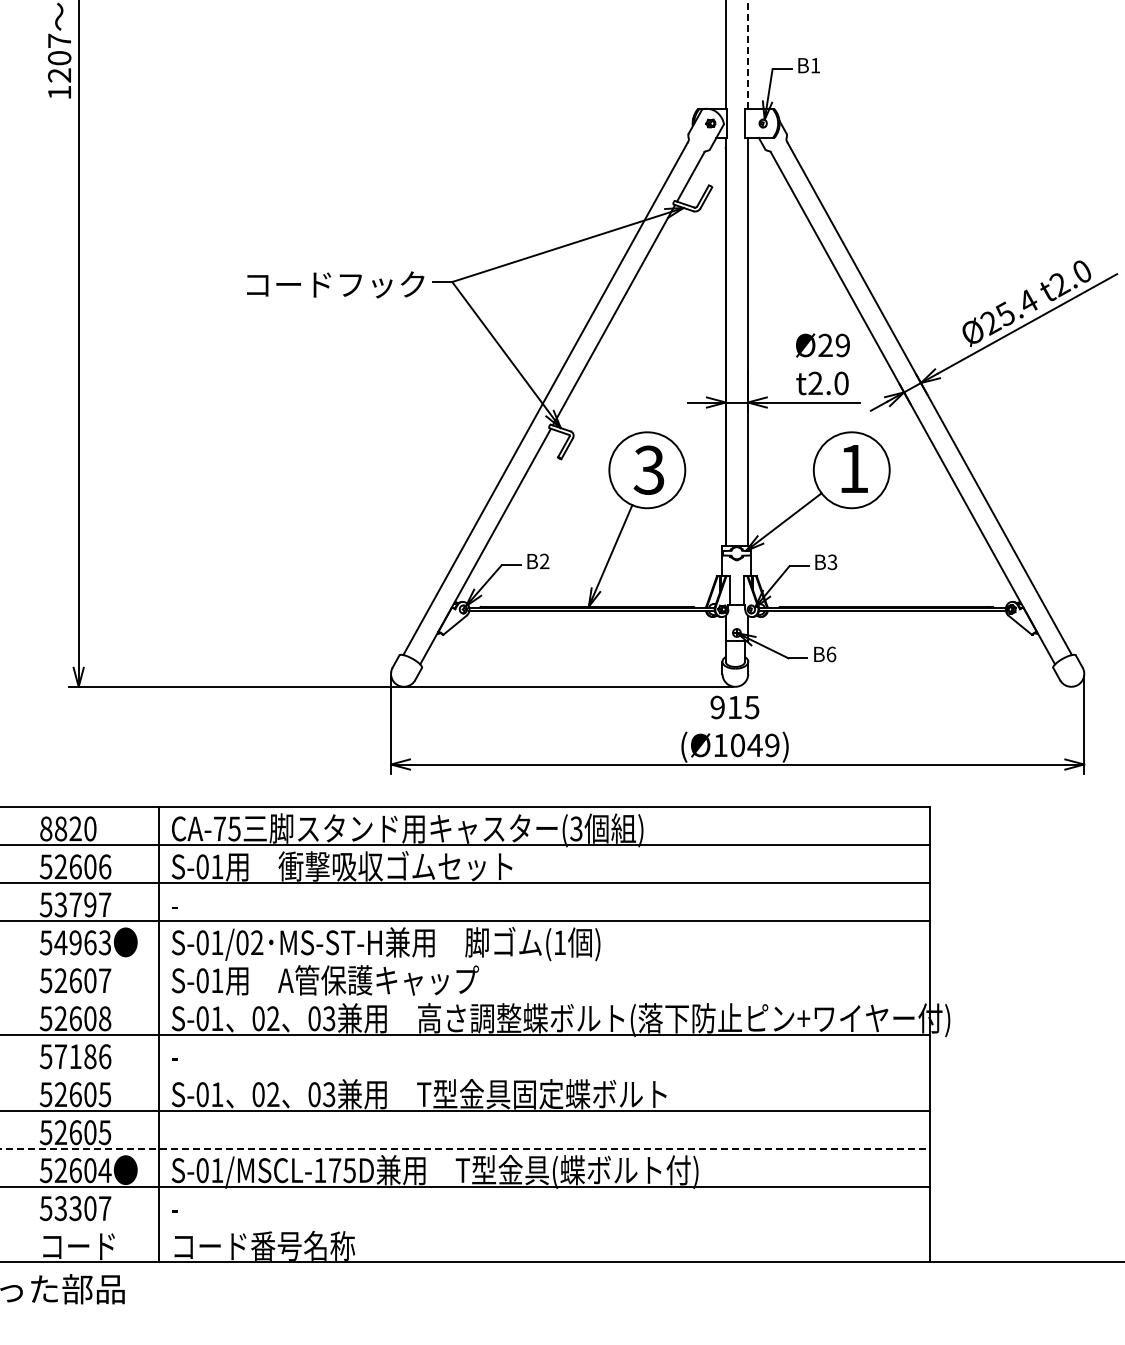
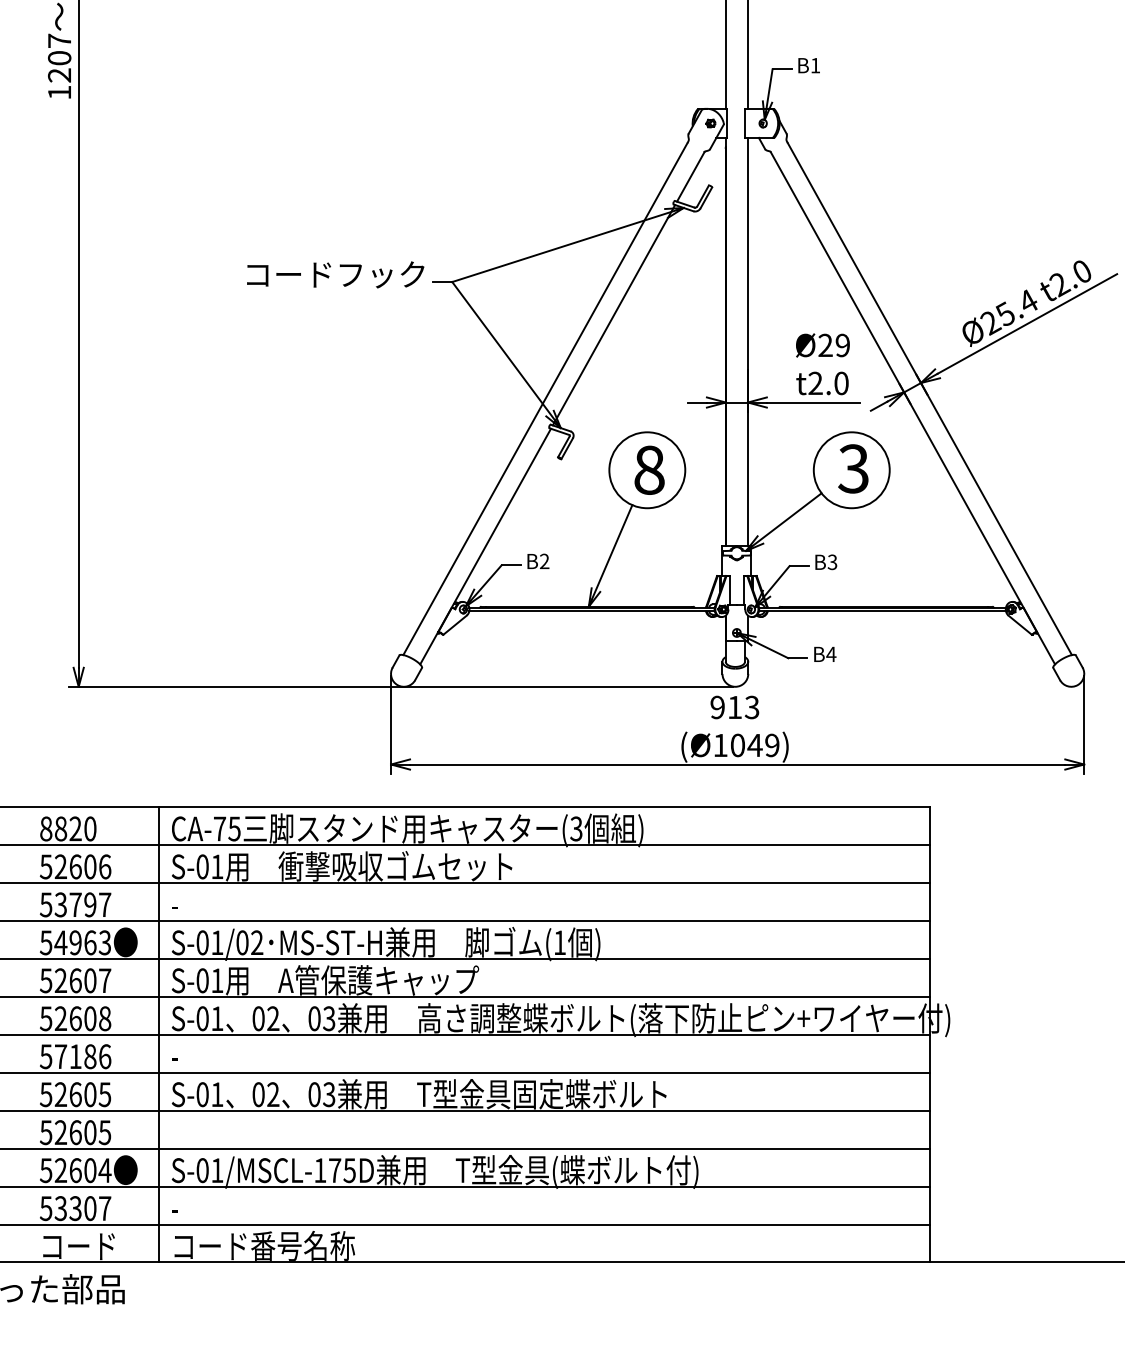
line at (747, 54): dashed -> solid
text at (335, 284) position: (335, 284) -> (335, 274)
text at (853, 468): 1 -> 3
text at (648, 469): 3 -> 8
text at (831, 654): B6 -> B4
text at (752, 706): 915 -> 913
line at (465, 958): none -> present
line at (465, 996): none -> present
line at (465, 1072): none -> present
line at (465, 1148): dashed -> solid
line at (465, 1224): none -> present
